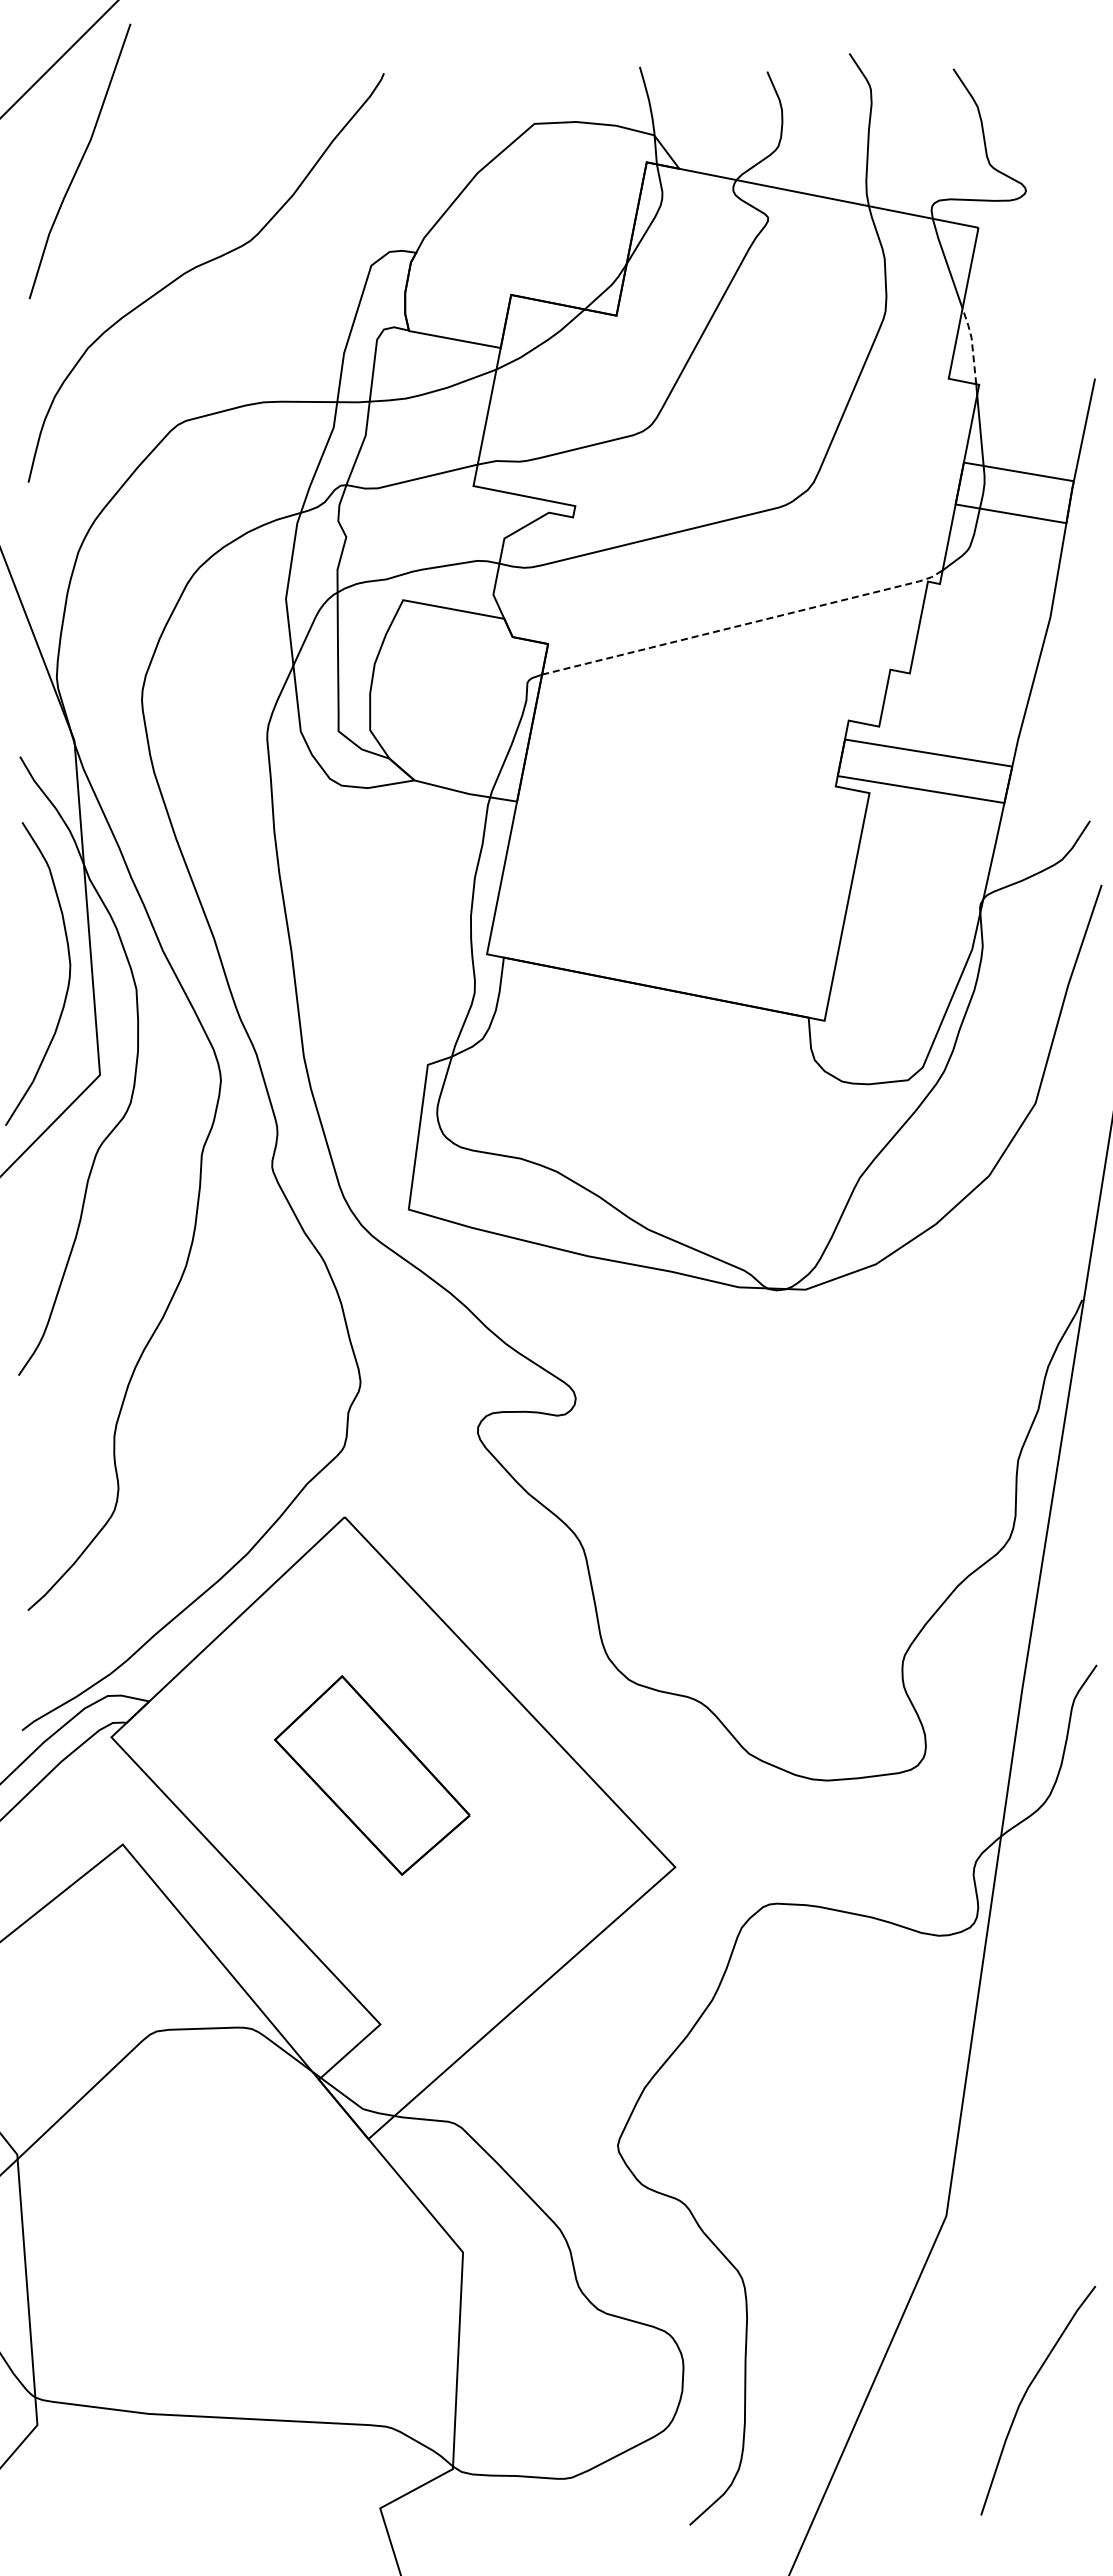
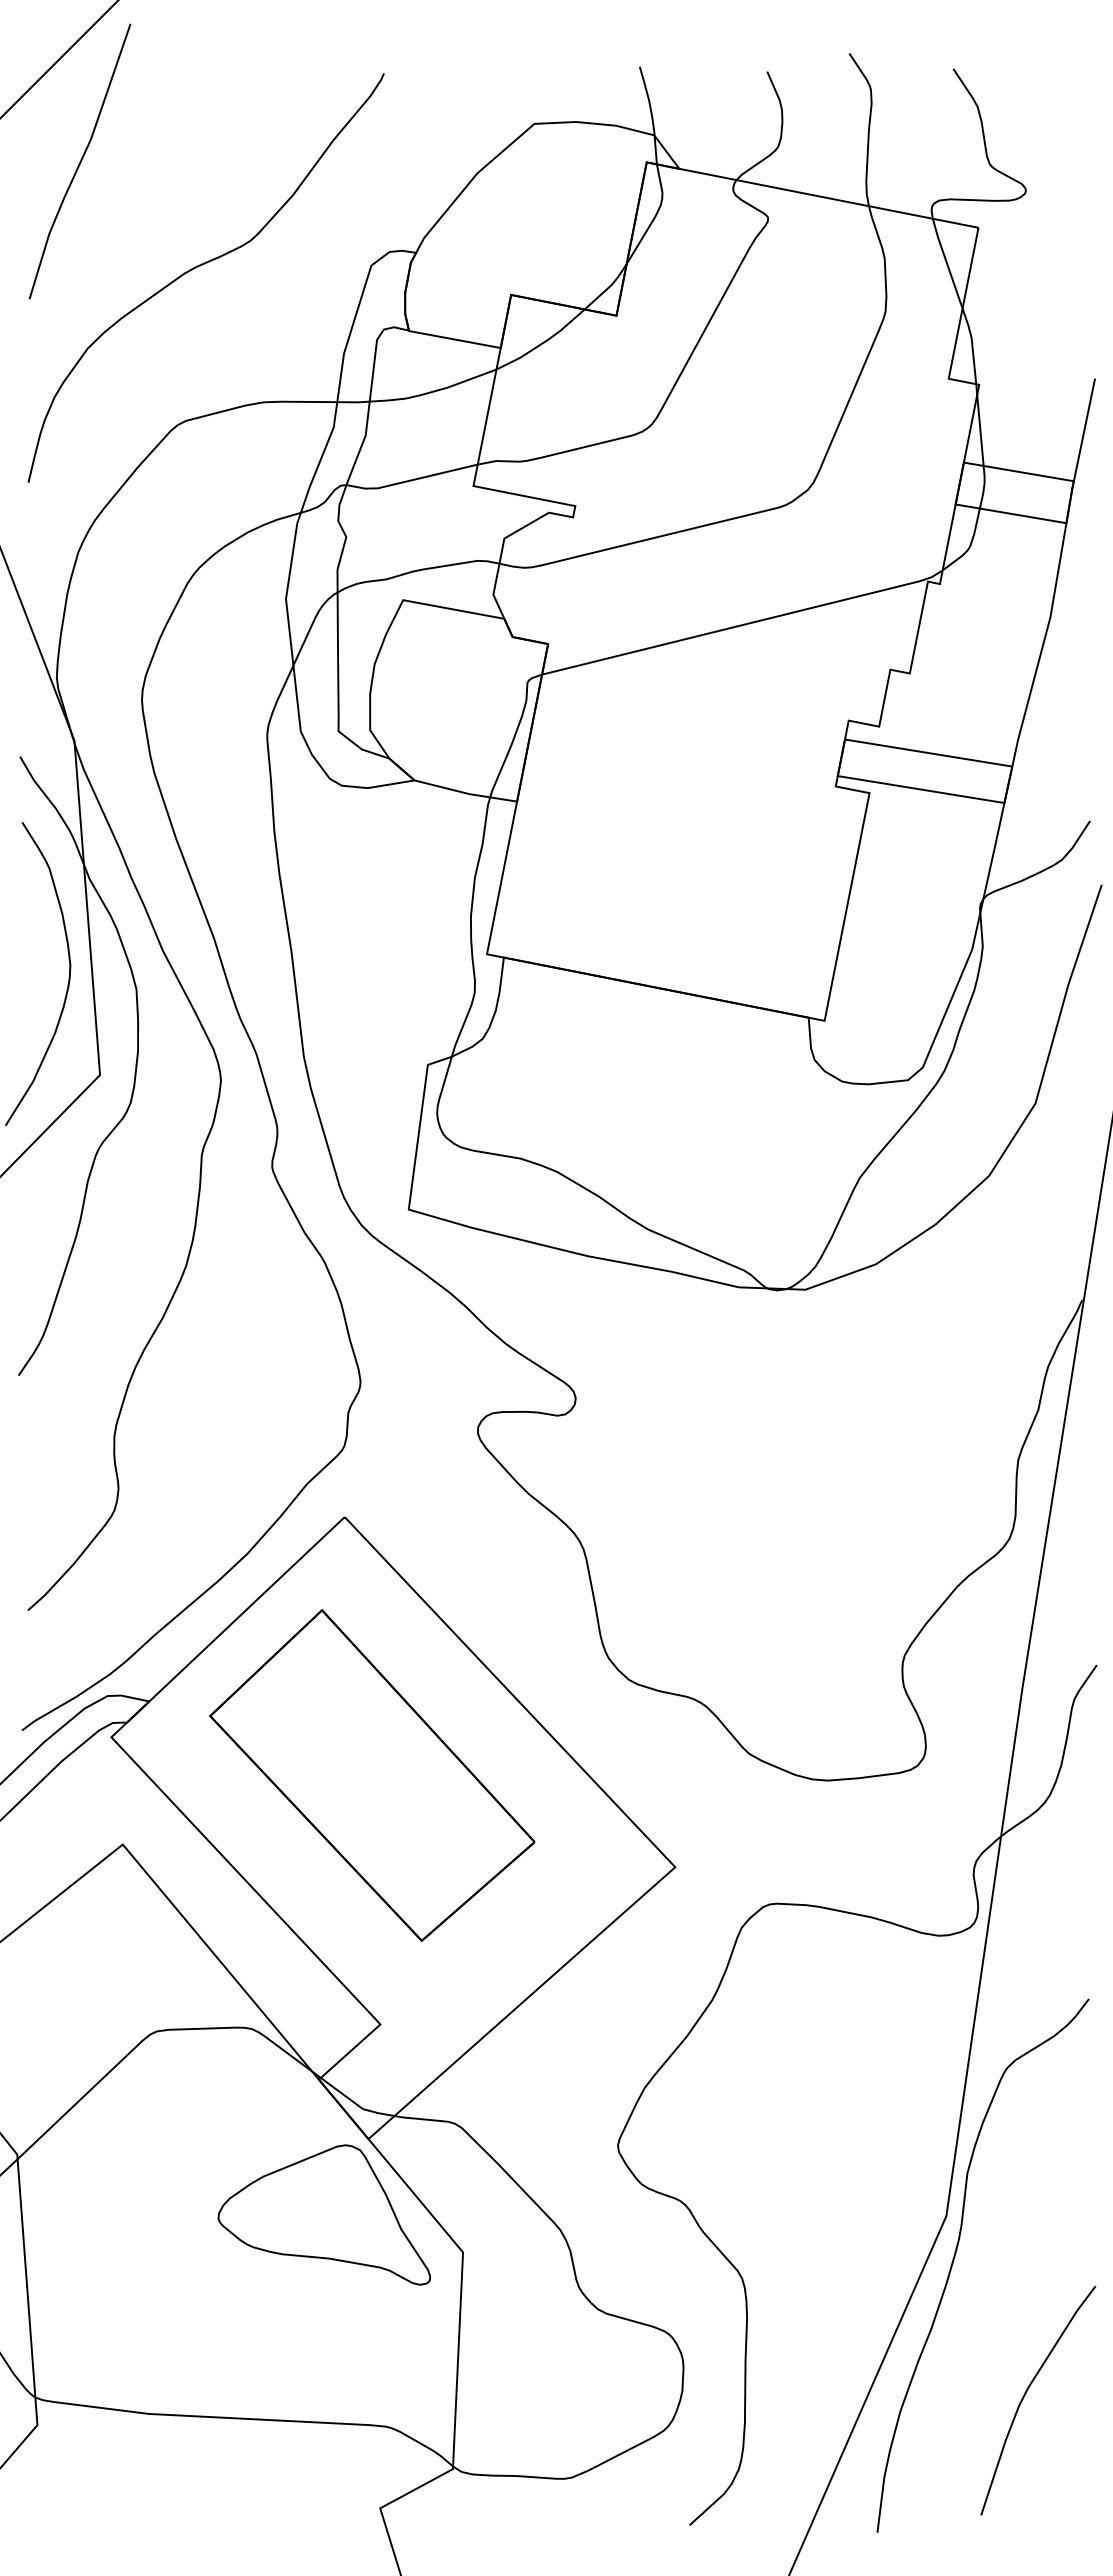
line at (972, 343): dashed -> solid
line at (744, 624): dashed -> solid
part at (372, 1775) size: 197x201 px -> 327x333 px
part at (323, 2214): none -> present
curve at (955, 2257): none -> present
